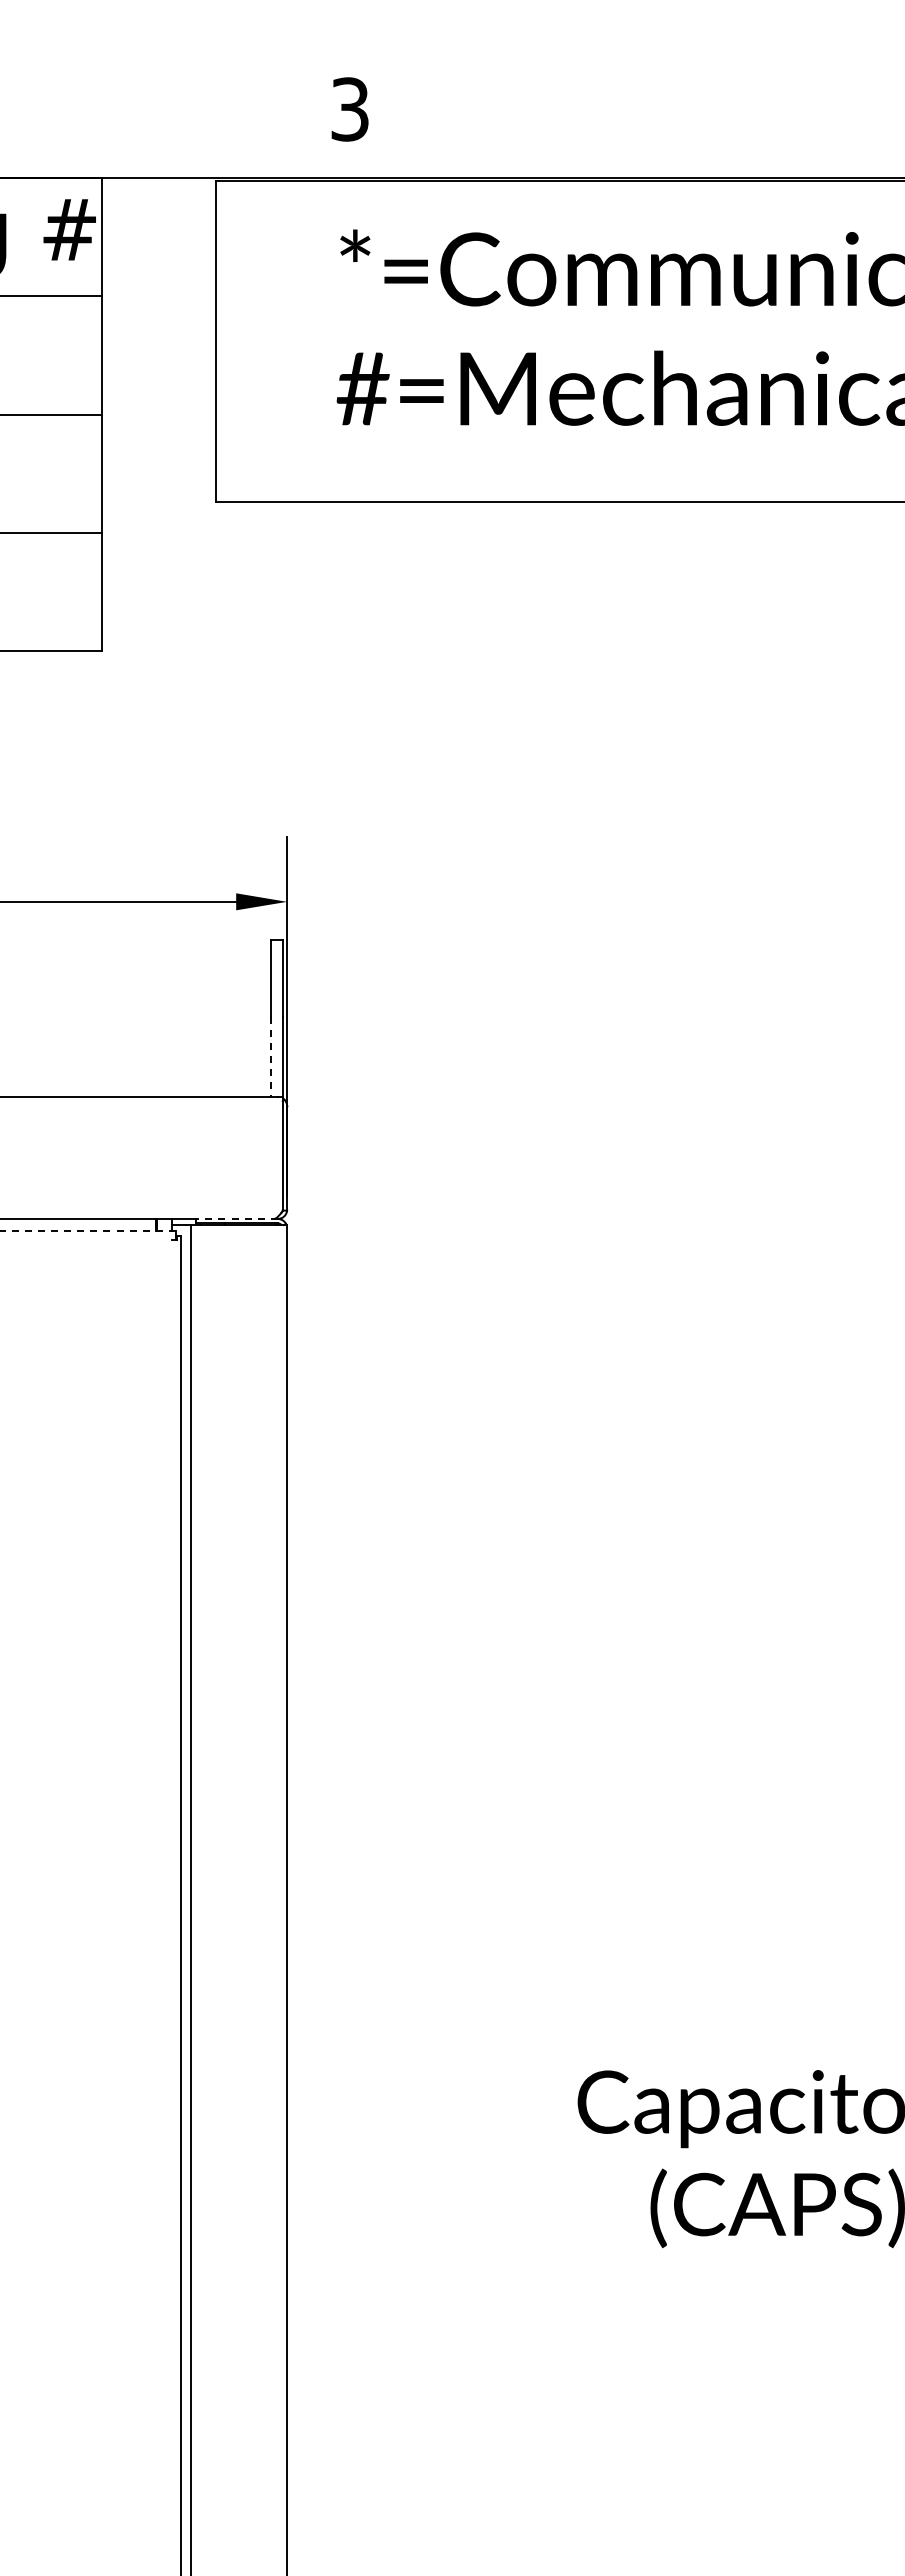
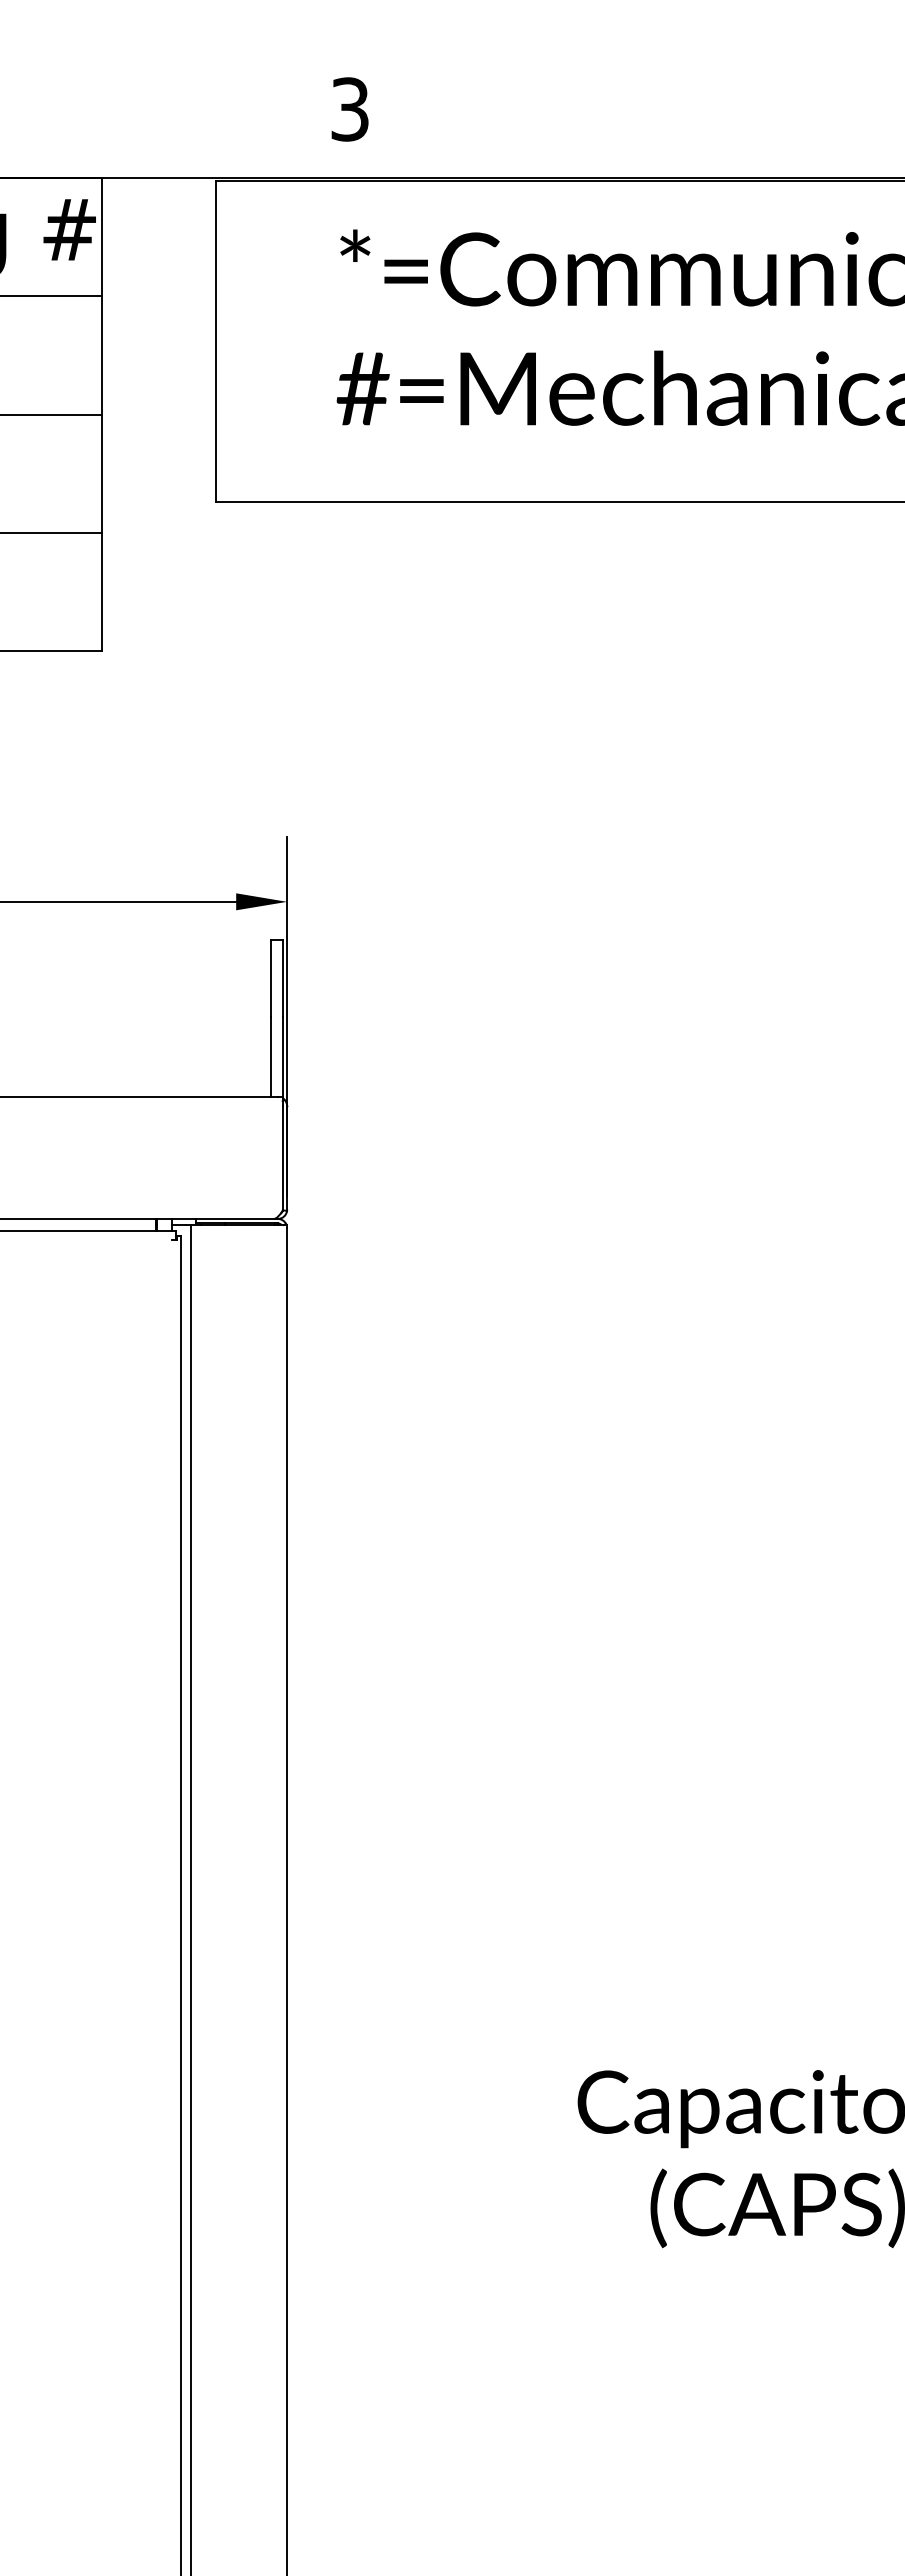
line at (271, 1057): dashed -> solid
line at (236, 1218): dashed -> solid
line at (88, 1231): dashed -> solid
